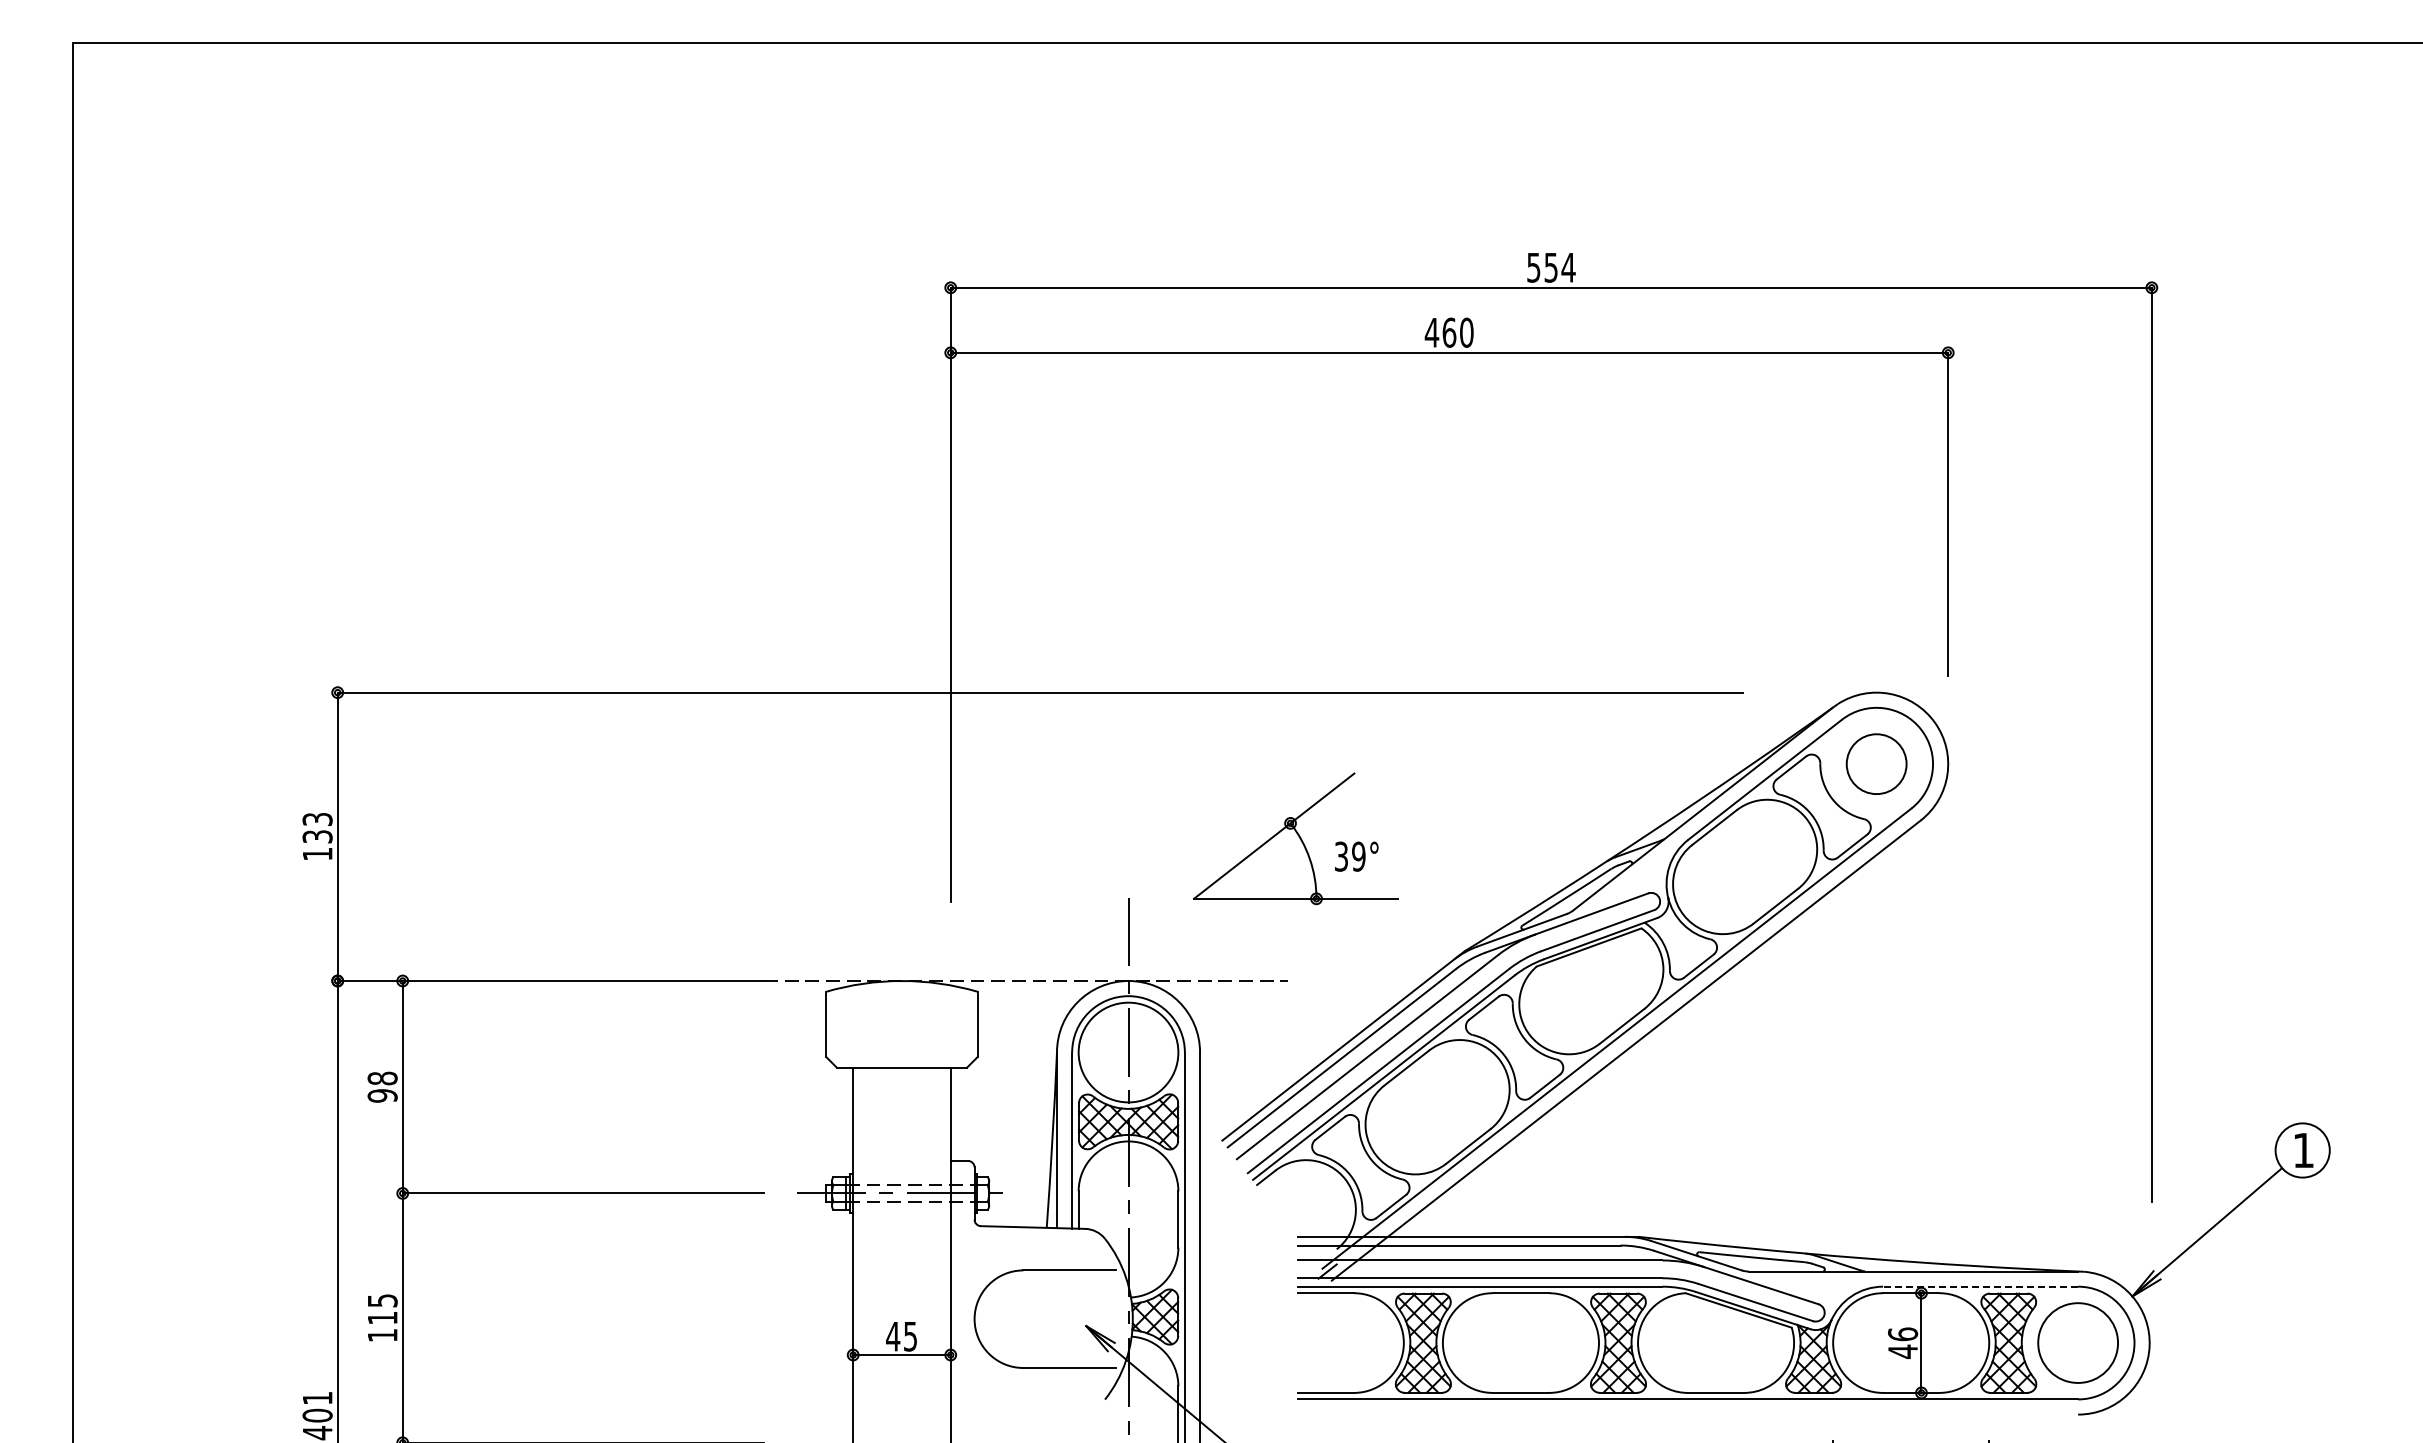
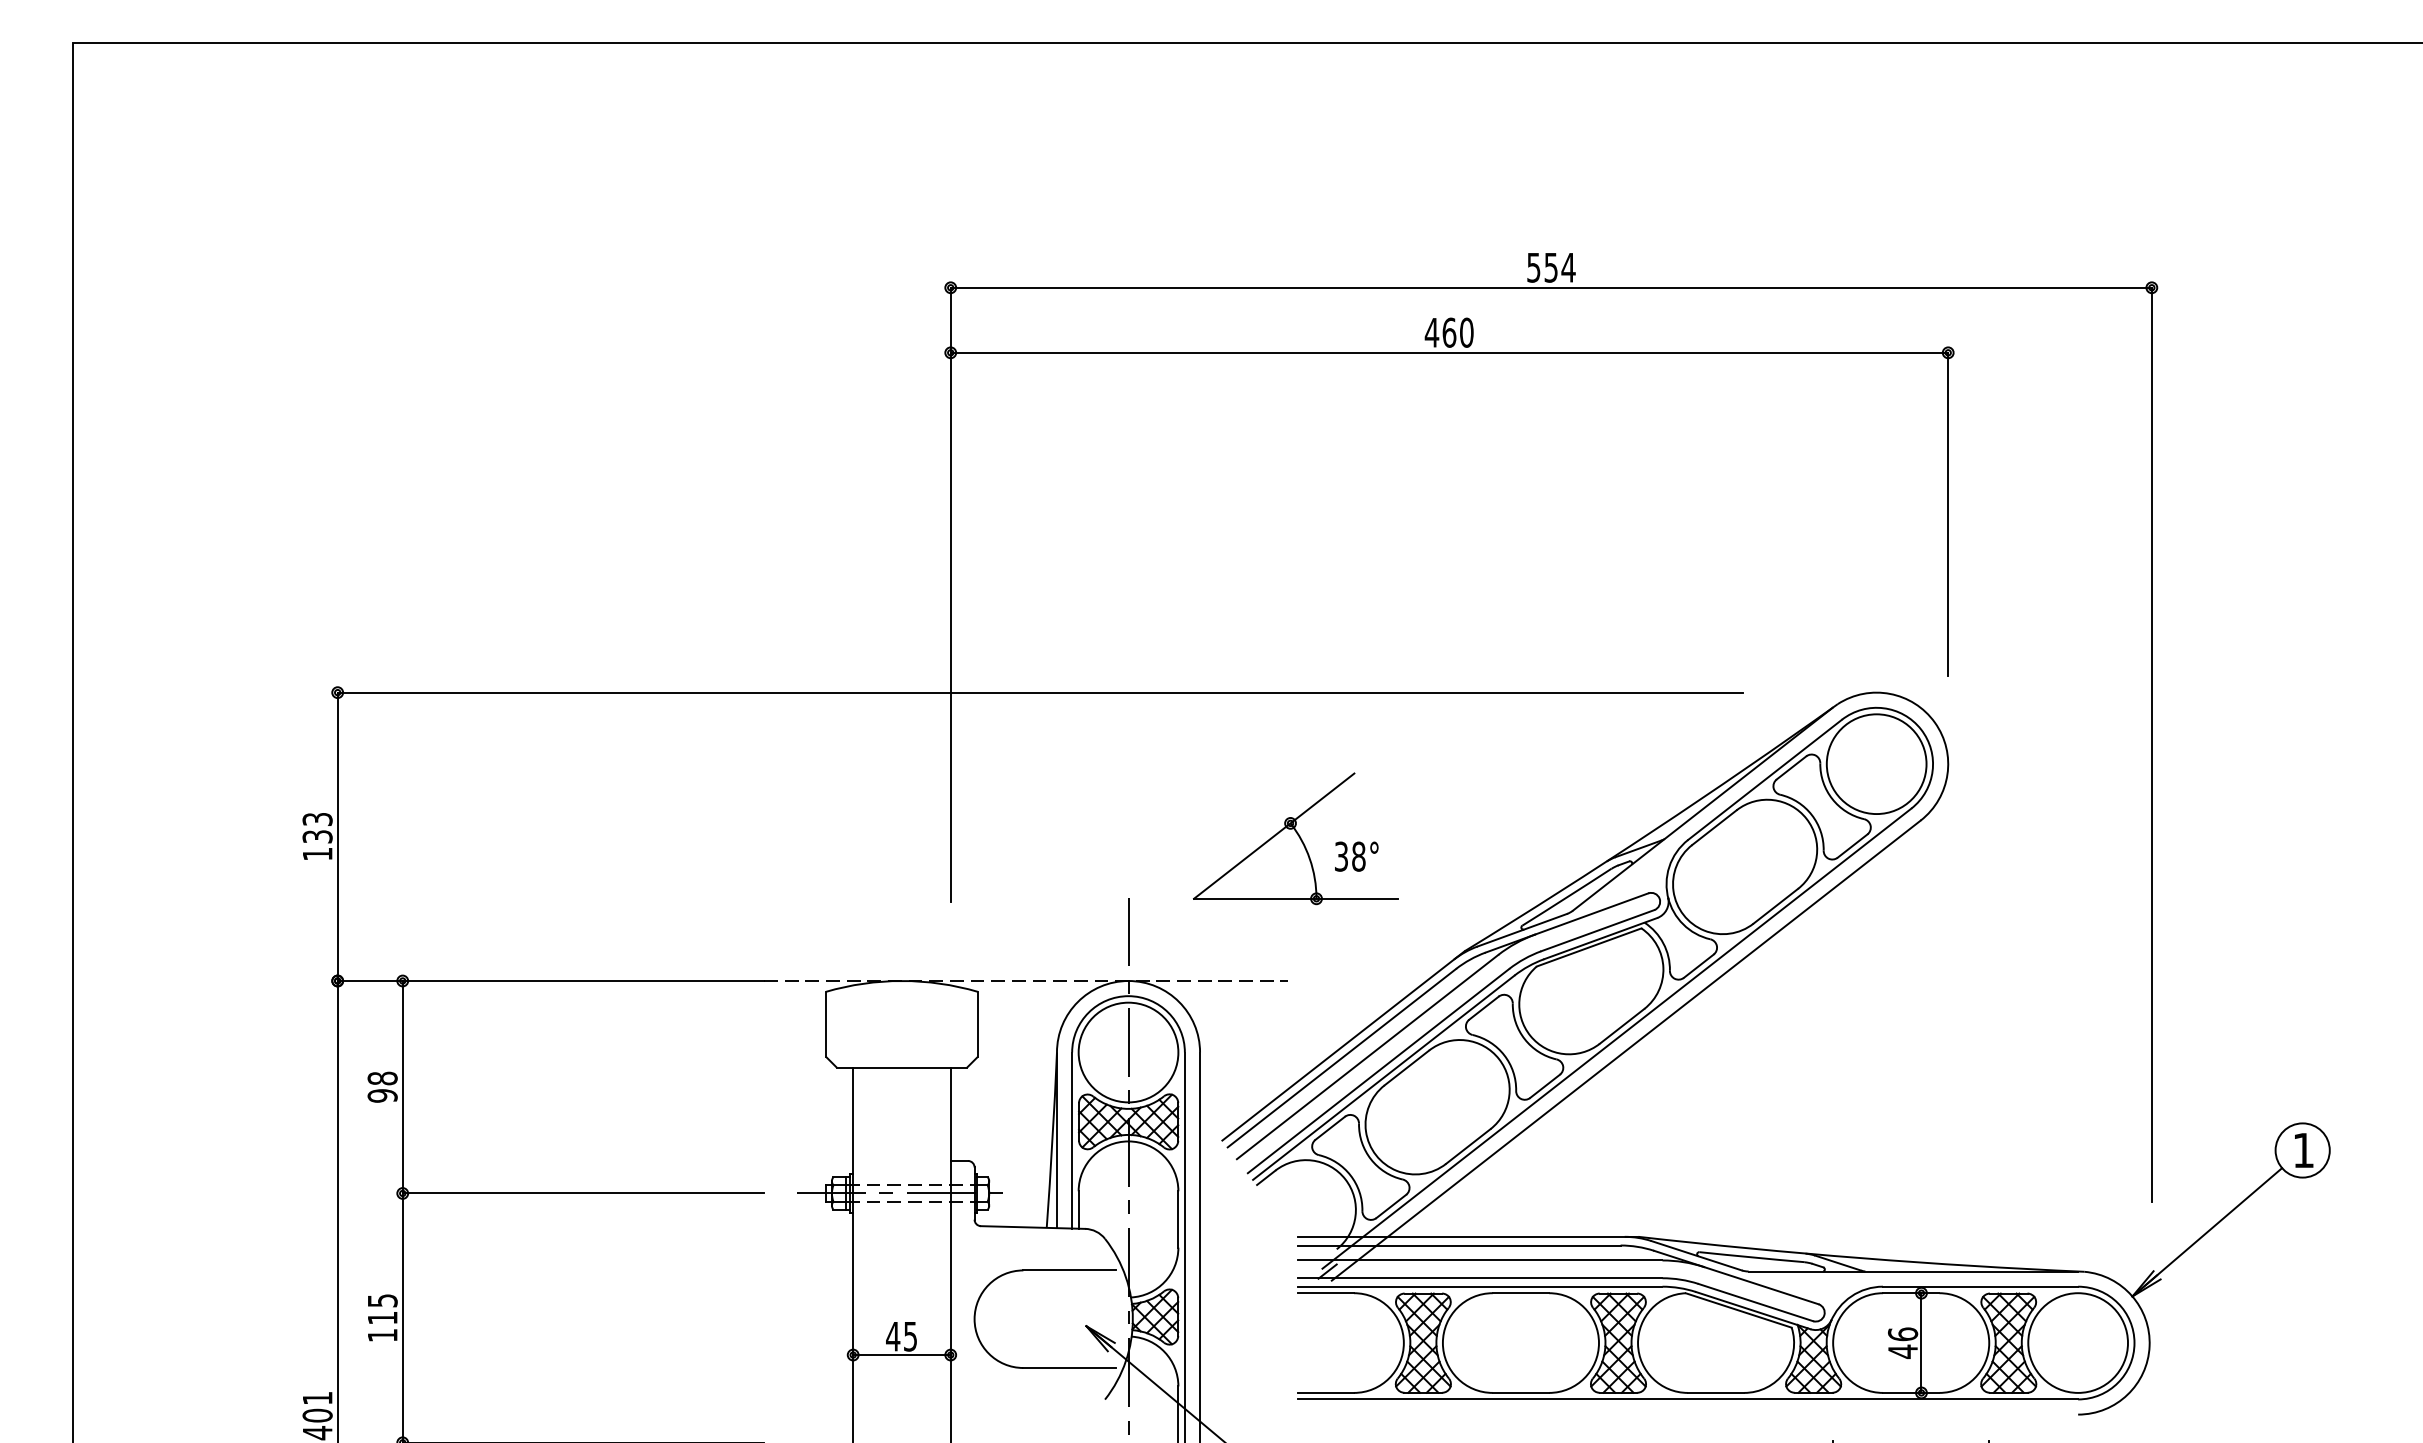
circle at (1876, 764) diameter: 60 px -> 100 px
text at (1358, 856): 39° -> 38°
line at (1980, 1286): dashed -> solid
circle at (2078, 1342) diameter: 80 px -> 100 px
